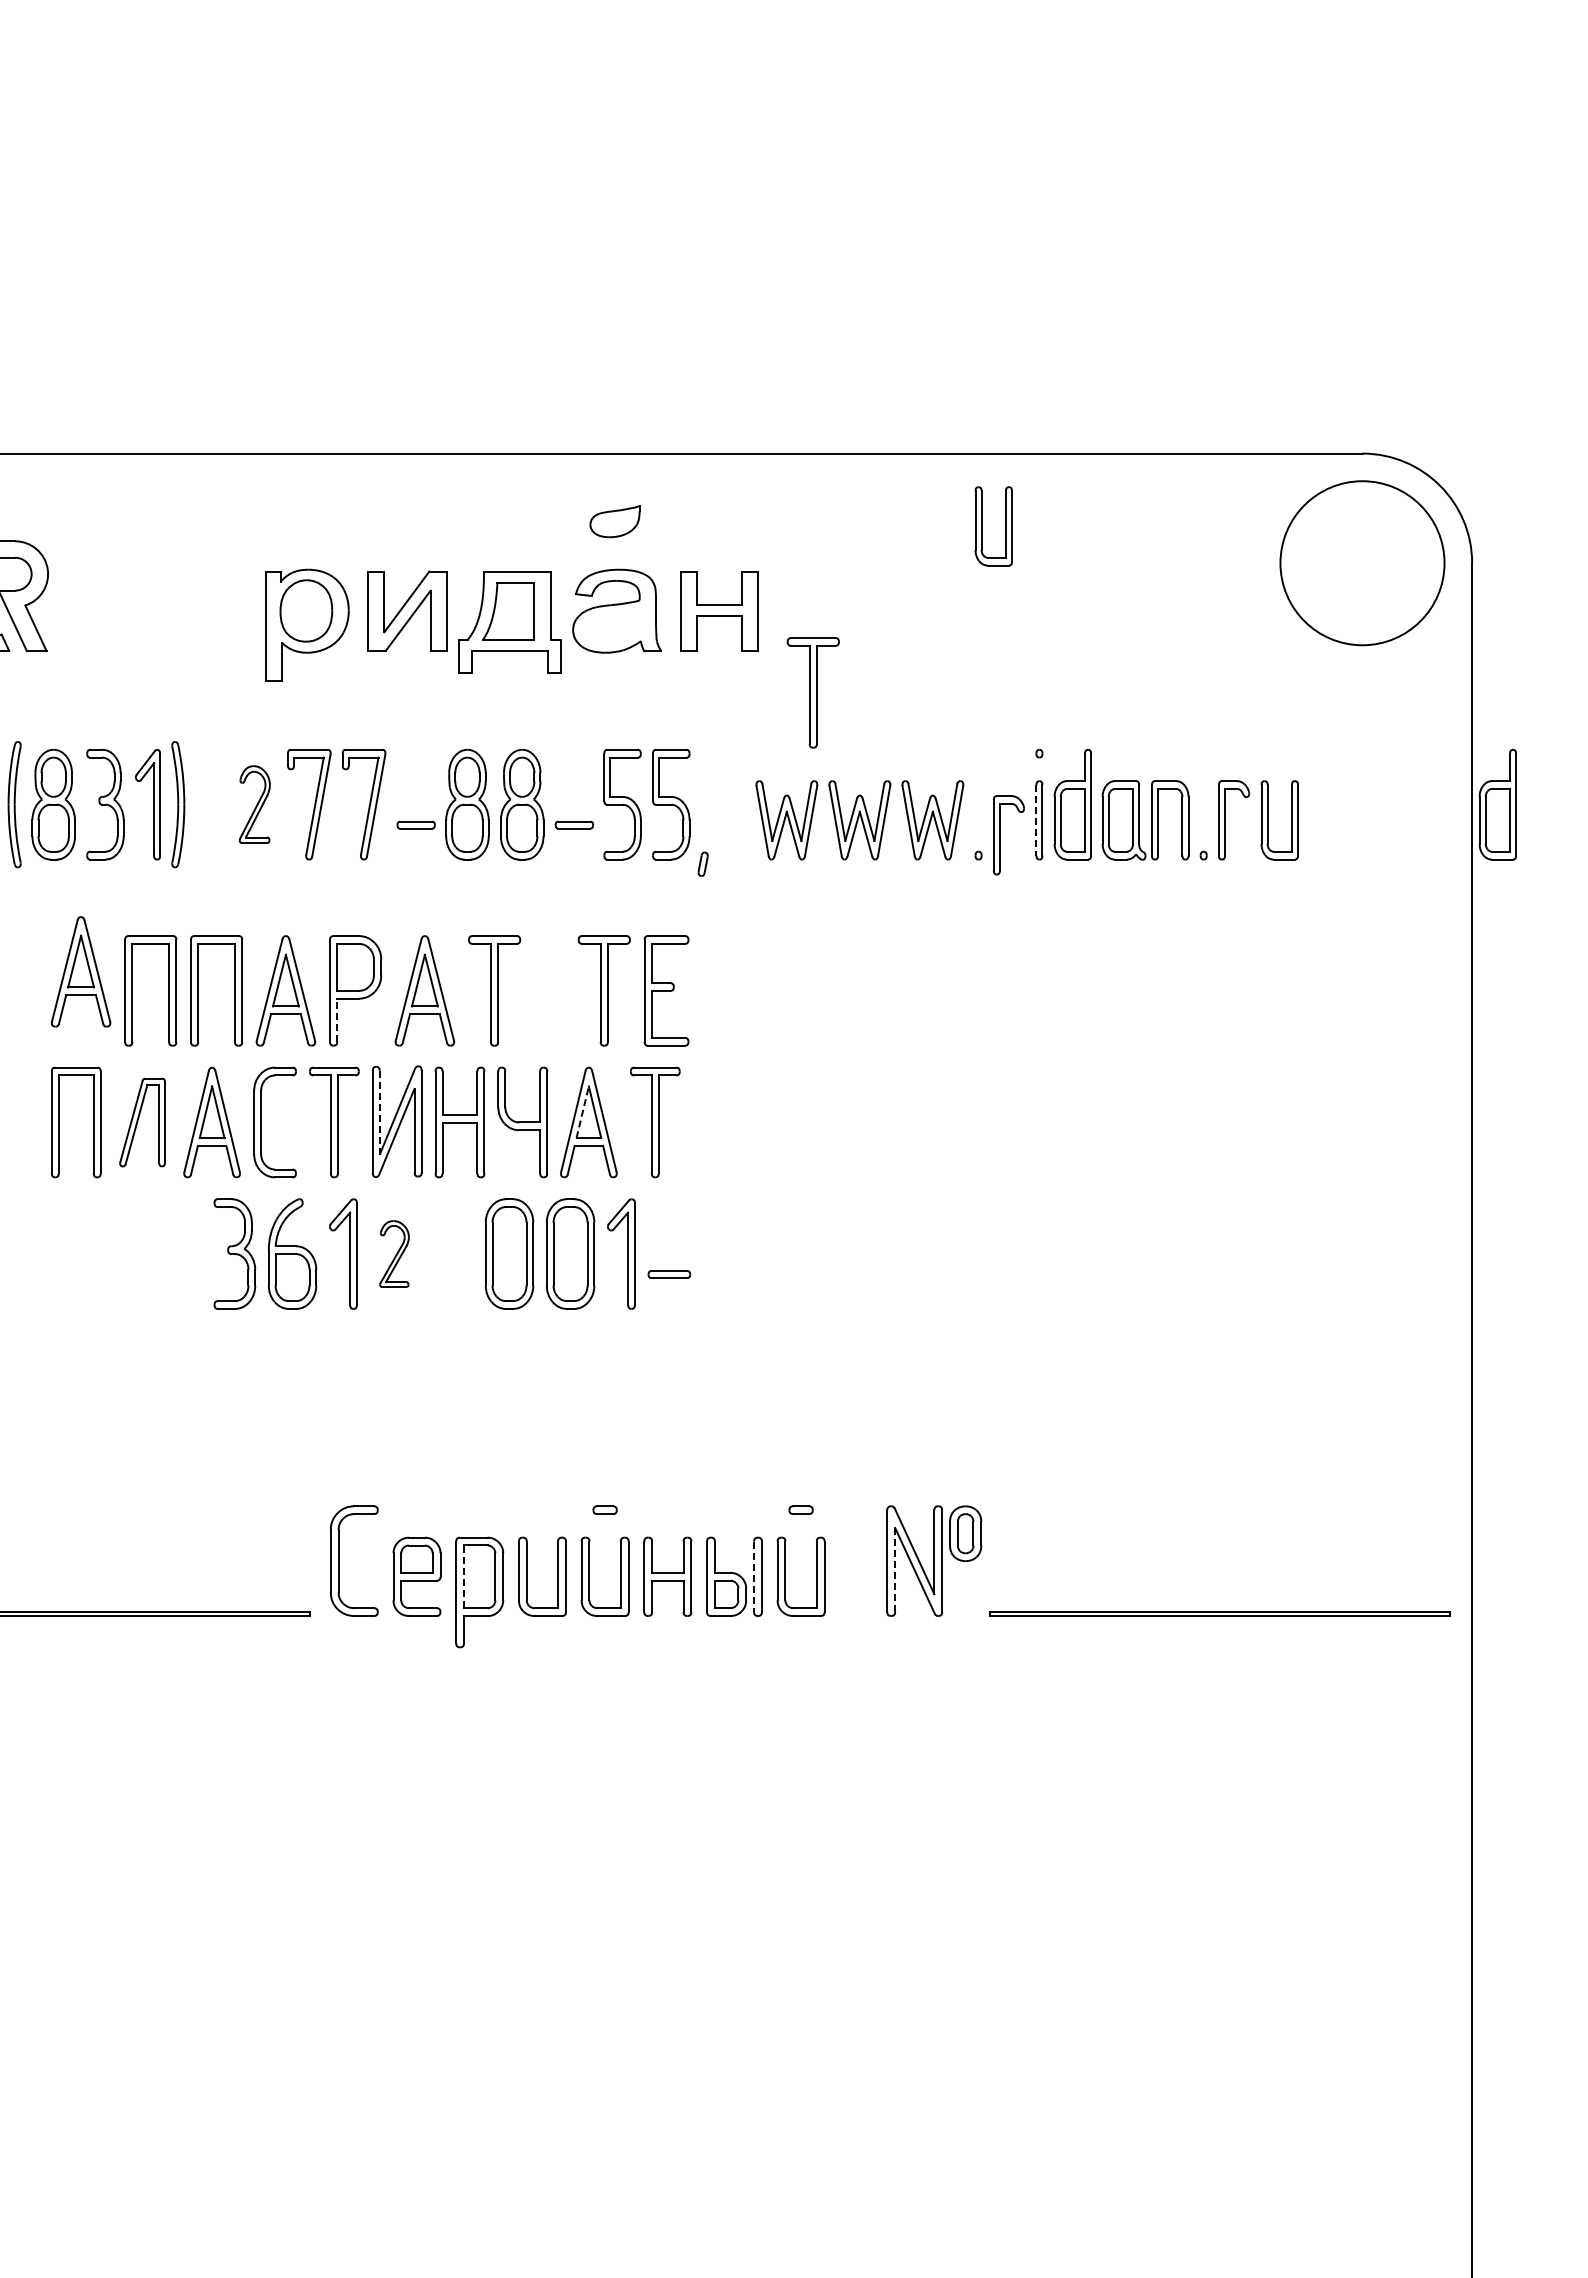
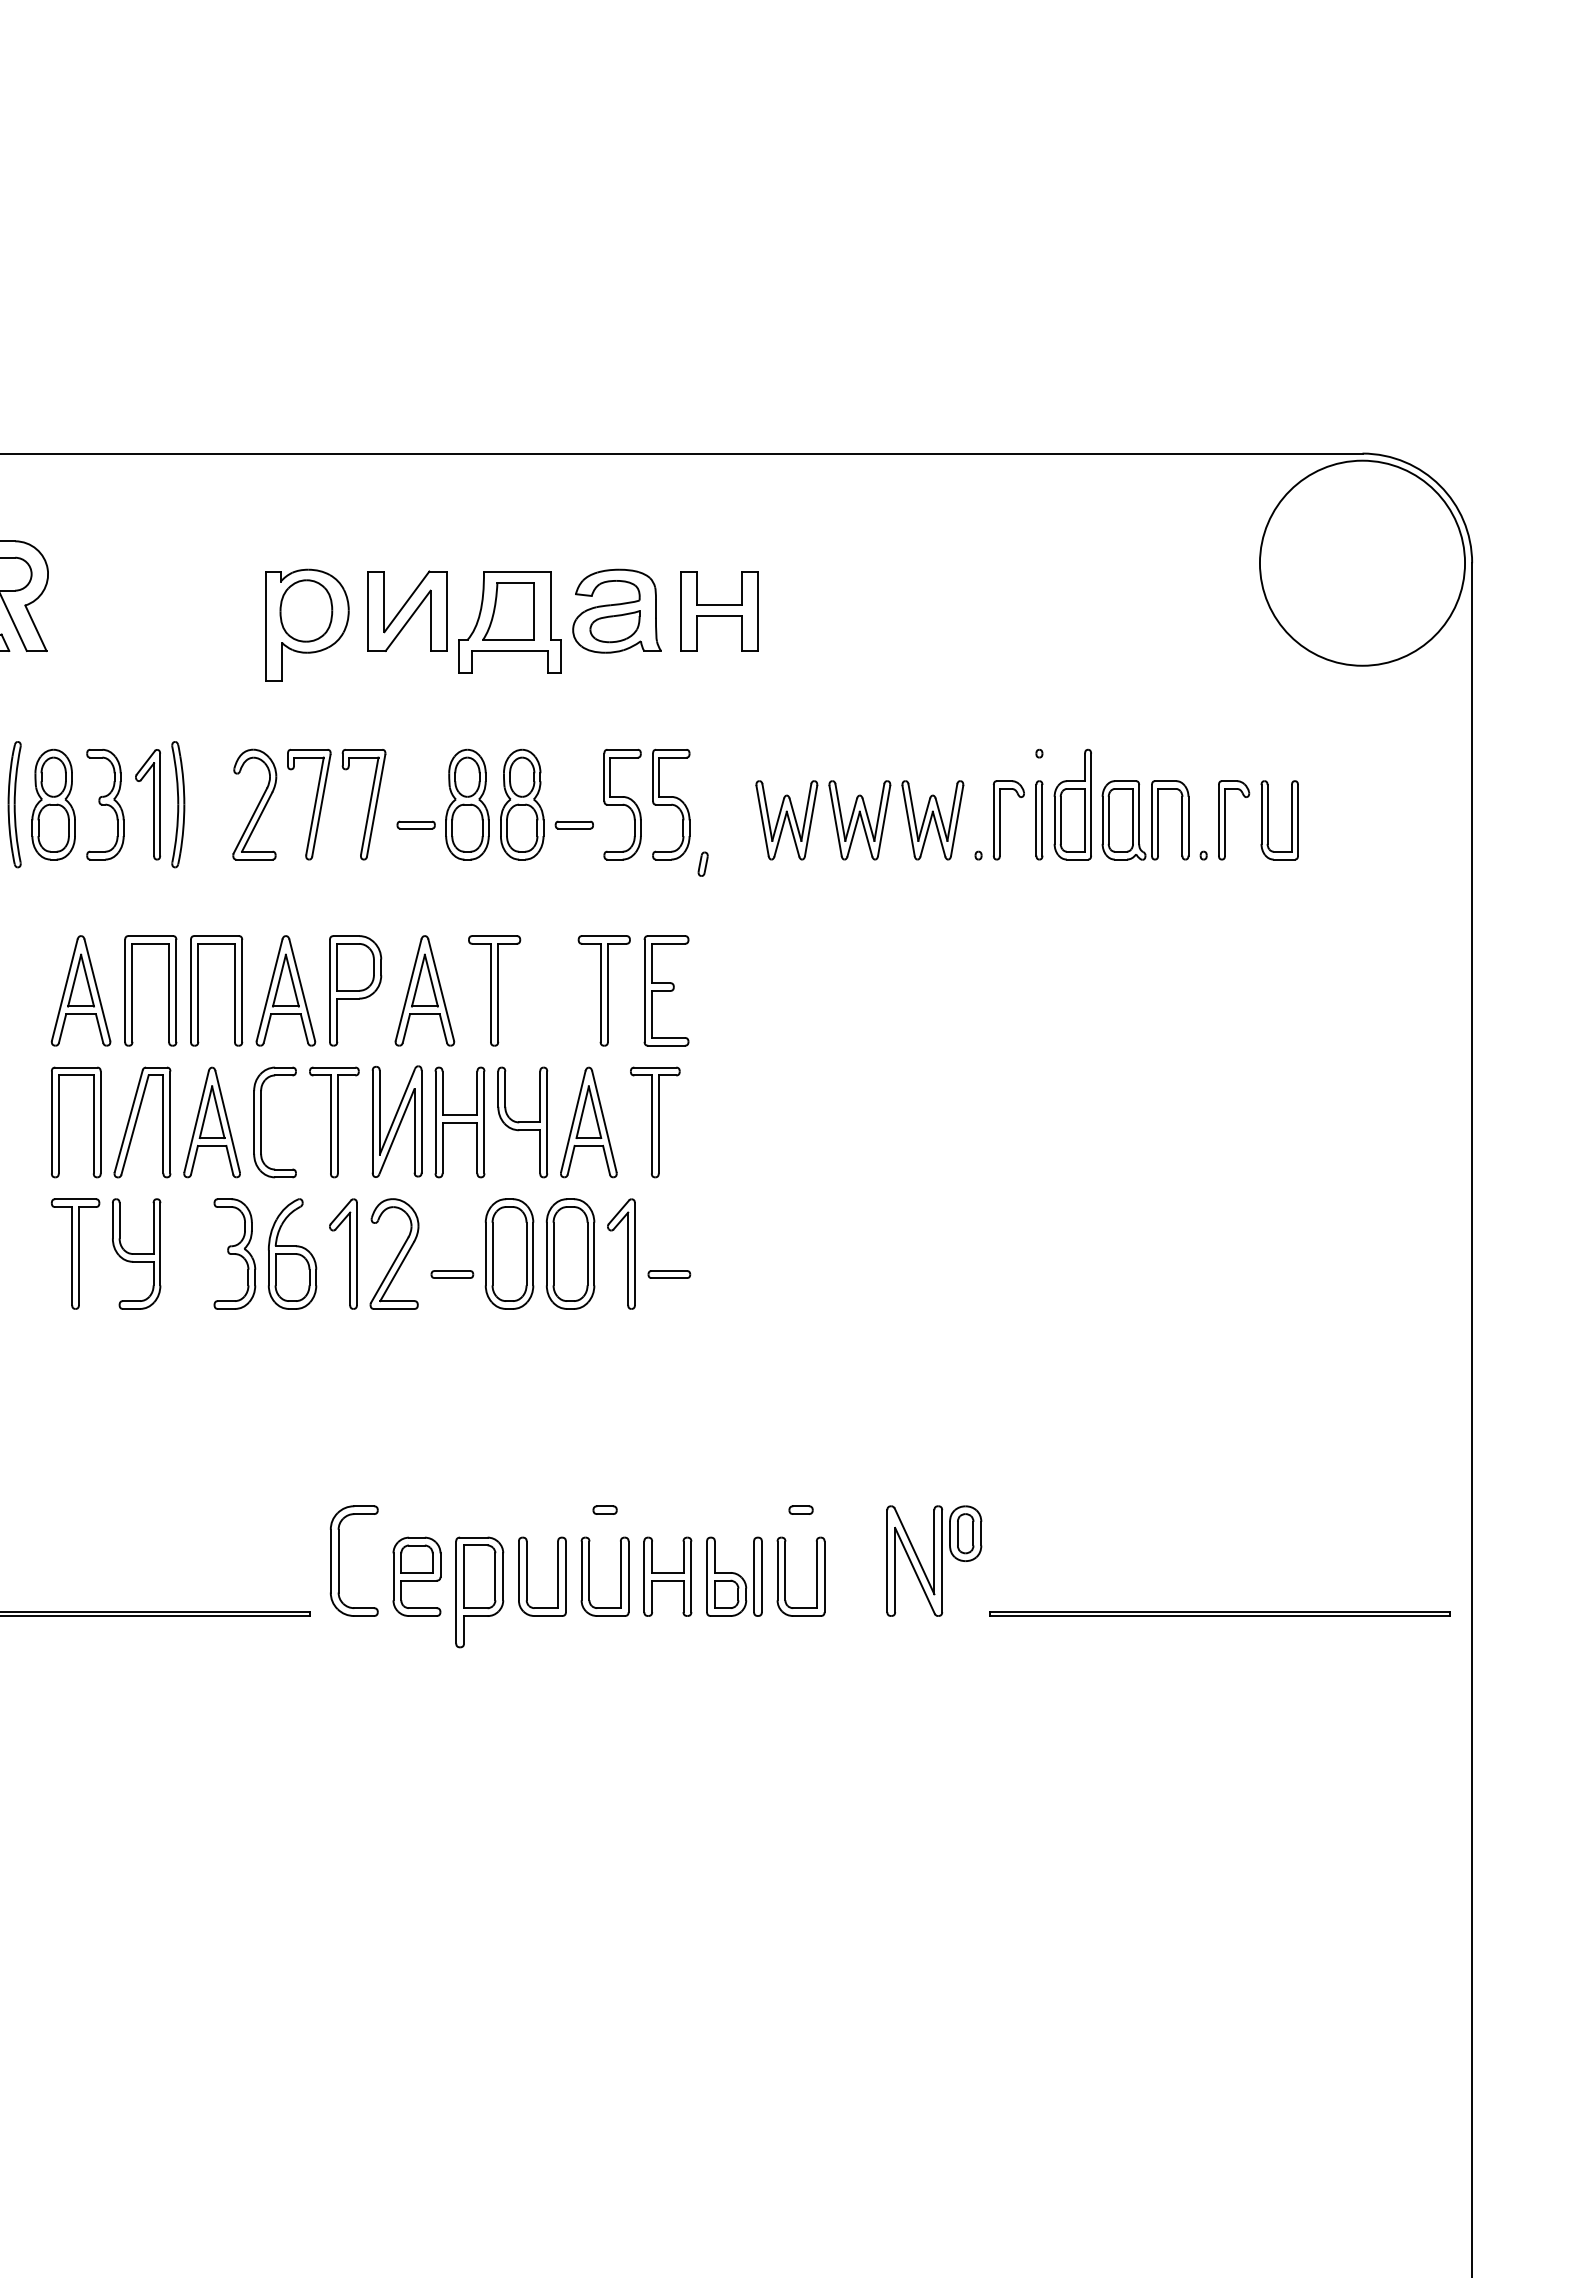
part at (614, 521) position: (614, 521) -> (614, 626)
part at (982, 526): present -> none
circle at (1362, 563) diameter: 164 px -> 205 px
part at (812, 692): present -> none
part at (254, 804) size: 33x79 px -> 46x113 px
part at (1497, 804): present -> none
line at (1036, 820): dashed -> solid
part at (1000, 835) position: (1000, 835) -> (1000, 820)
part at (80, 971) position: (80, 971) -> (80, 990)
line at (337, 1020): dashed -> solid
line at (379, 1112): dashed -> solid
line at (582, 1112): dashed -> solid
part at (142, 1122) size: 47x91 px -> 59x113 px
part at (75, 1253): none -> present
part at (136, 1253): none -> present
part at (394, 1253) size: 31x68 px -> 51x112 px
part at (452, 1274): none -> present
line at (895, 1569): dashed -> solid
line at (464, 1576): dashed -> solid
line at (754, 1577): dashed -> solid
